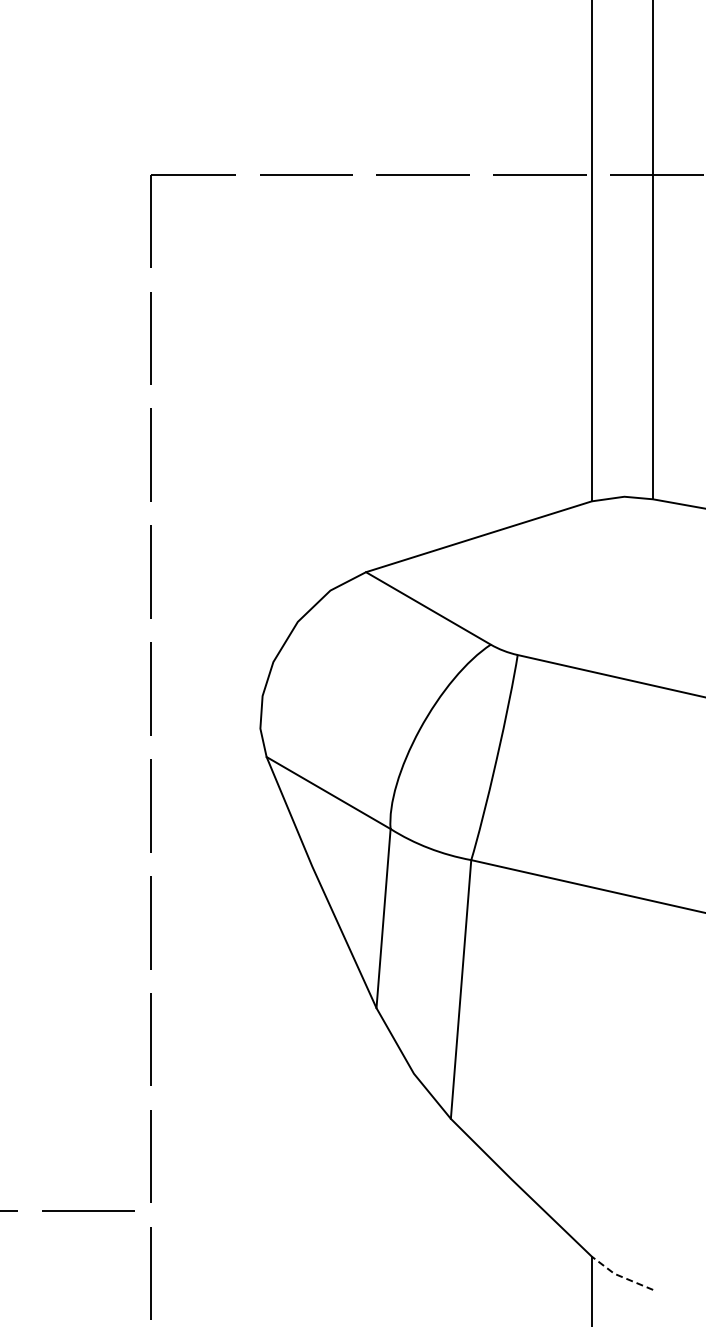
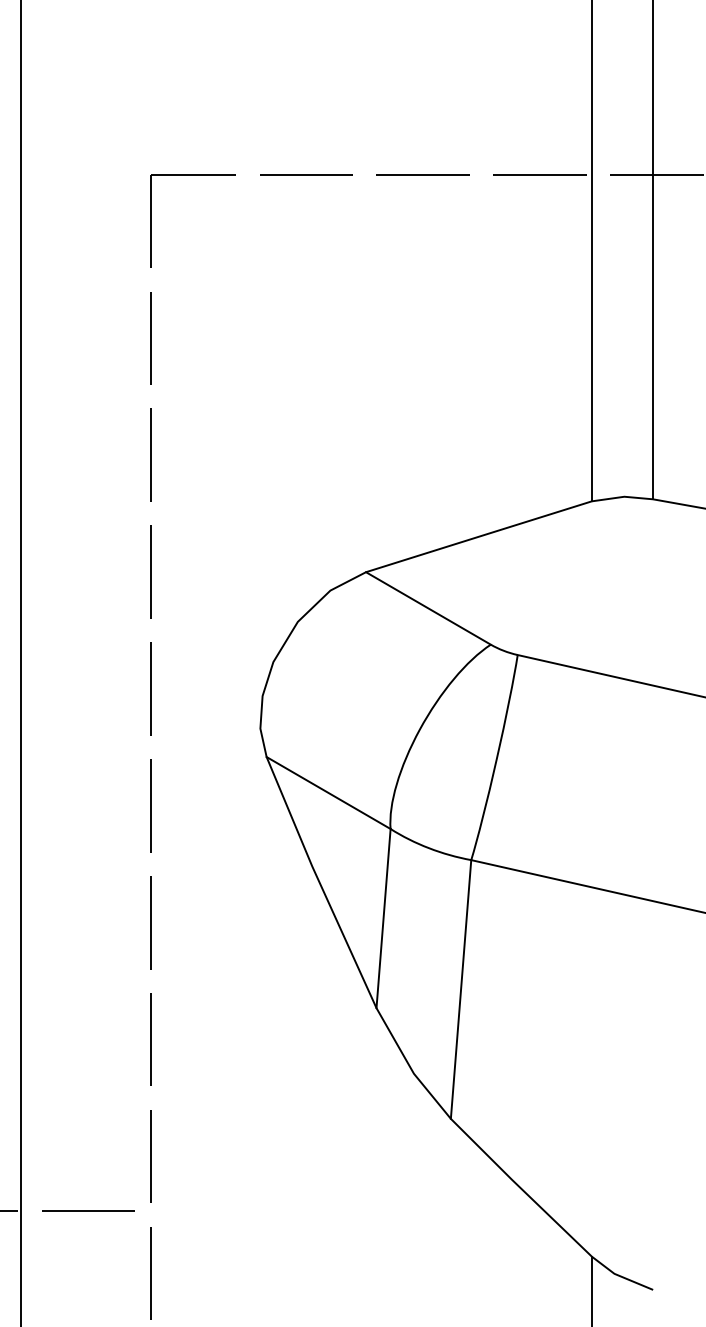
line at (21, 662): none -> present
line at (619, 1276): dashed -> solid
